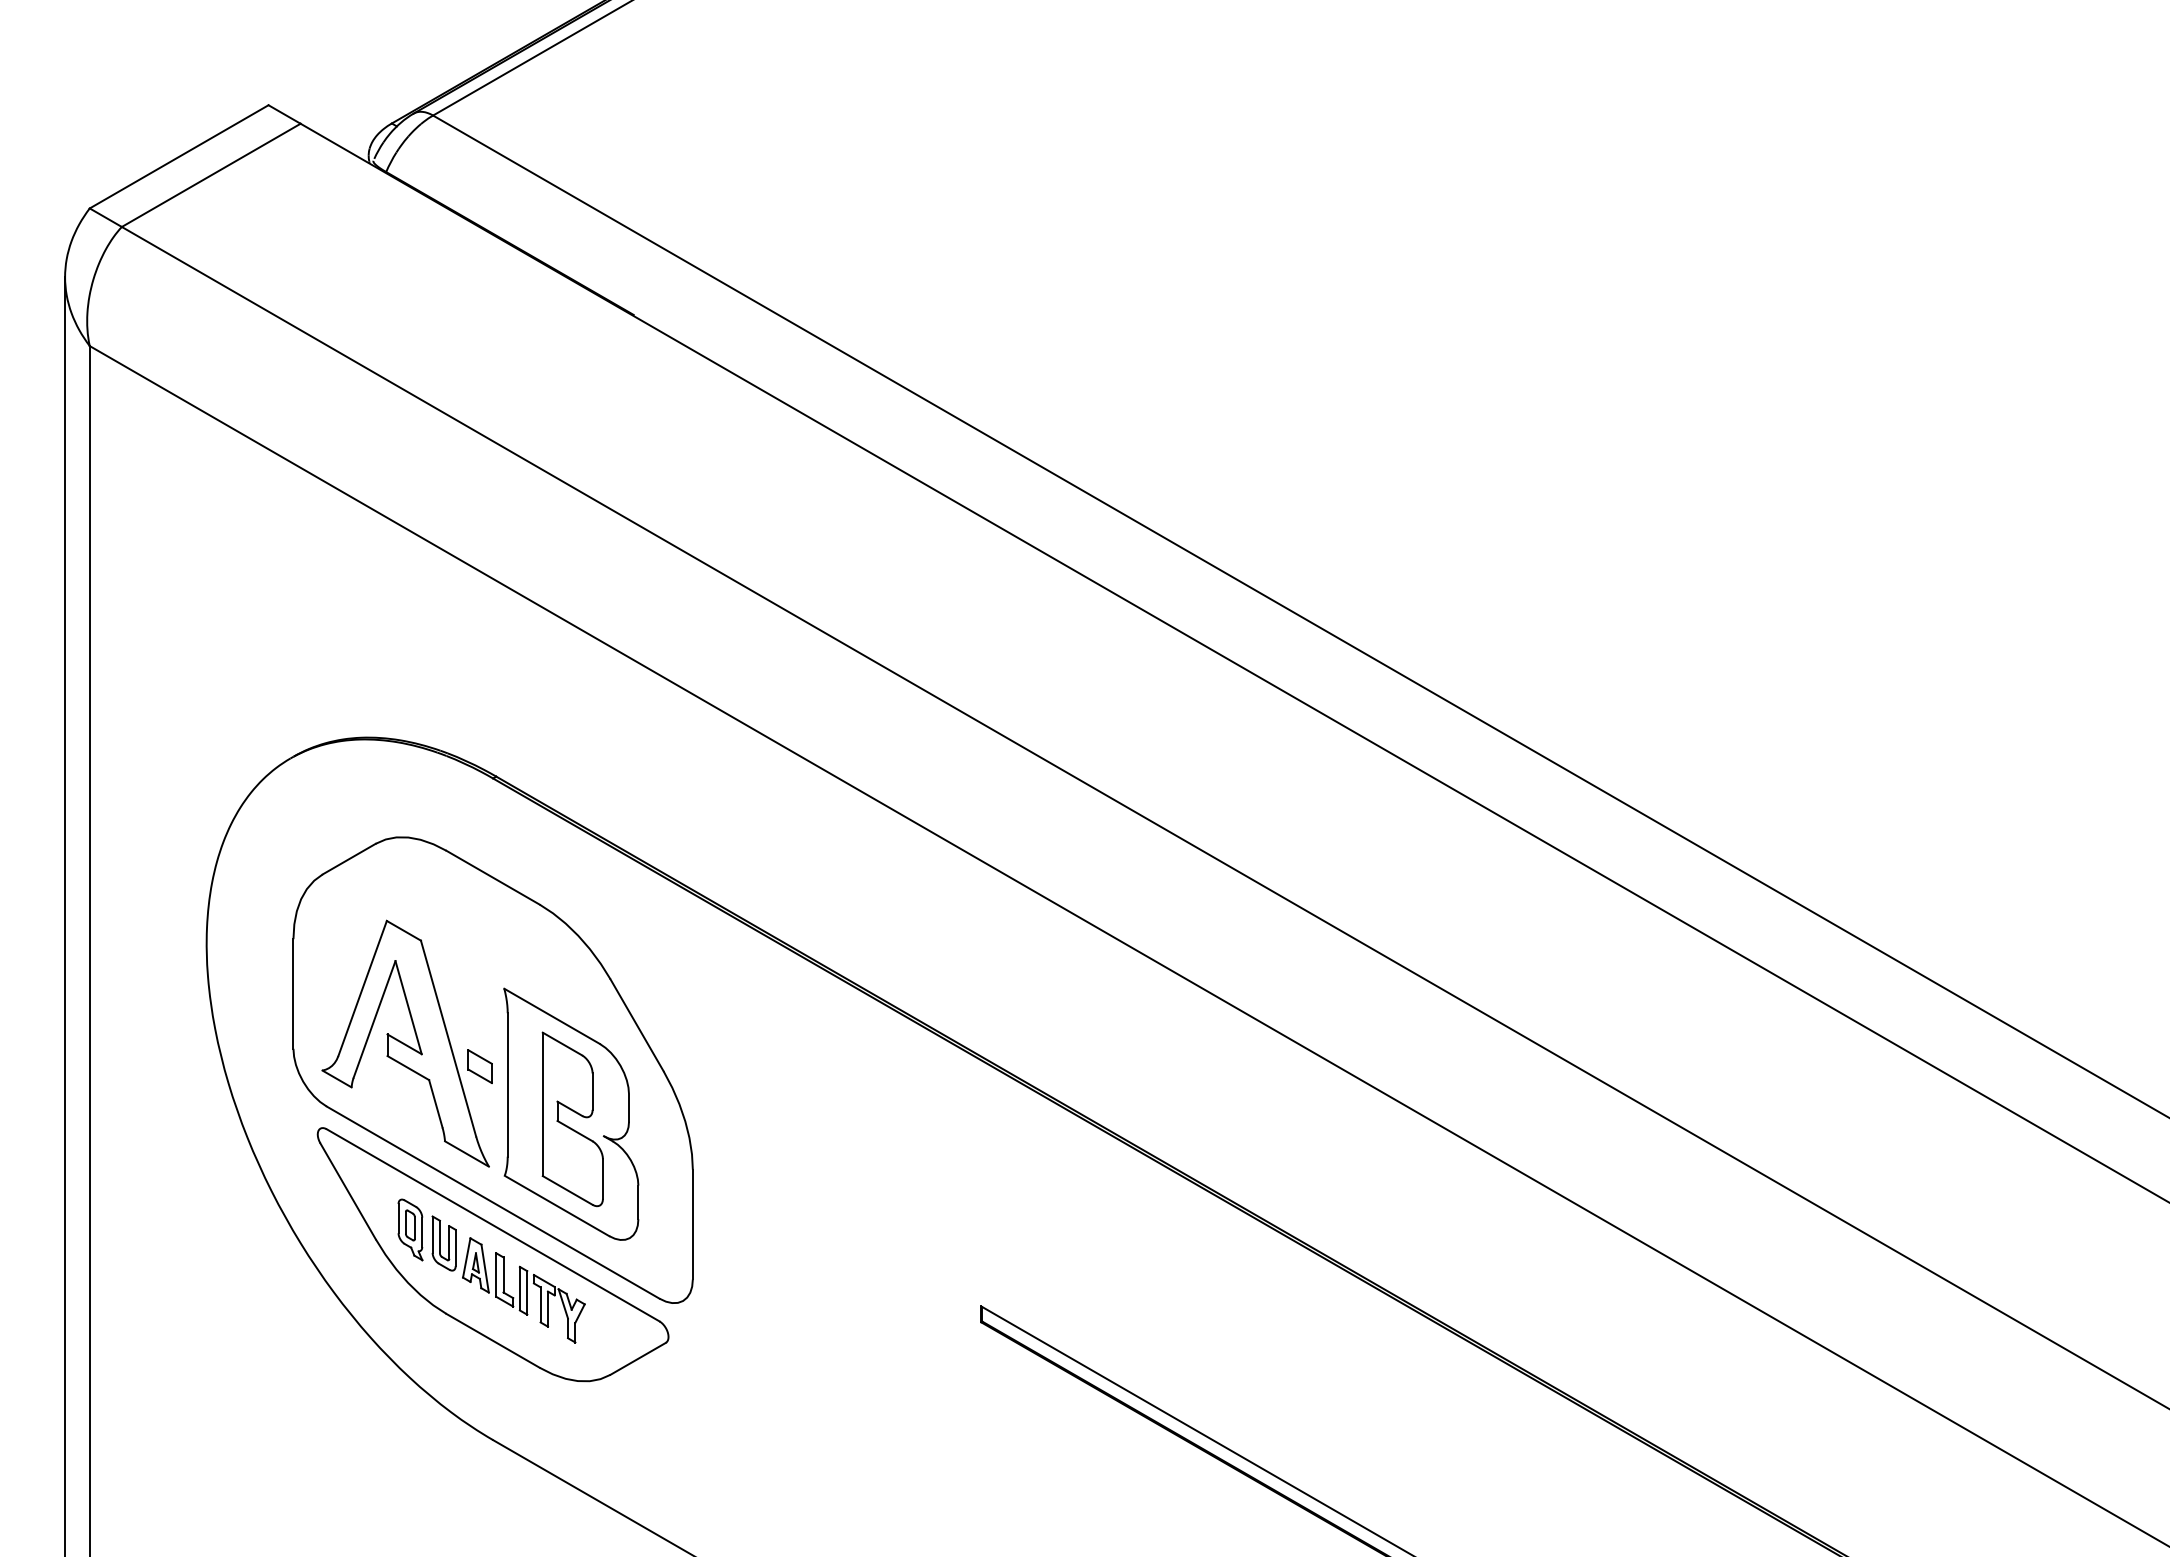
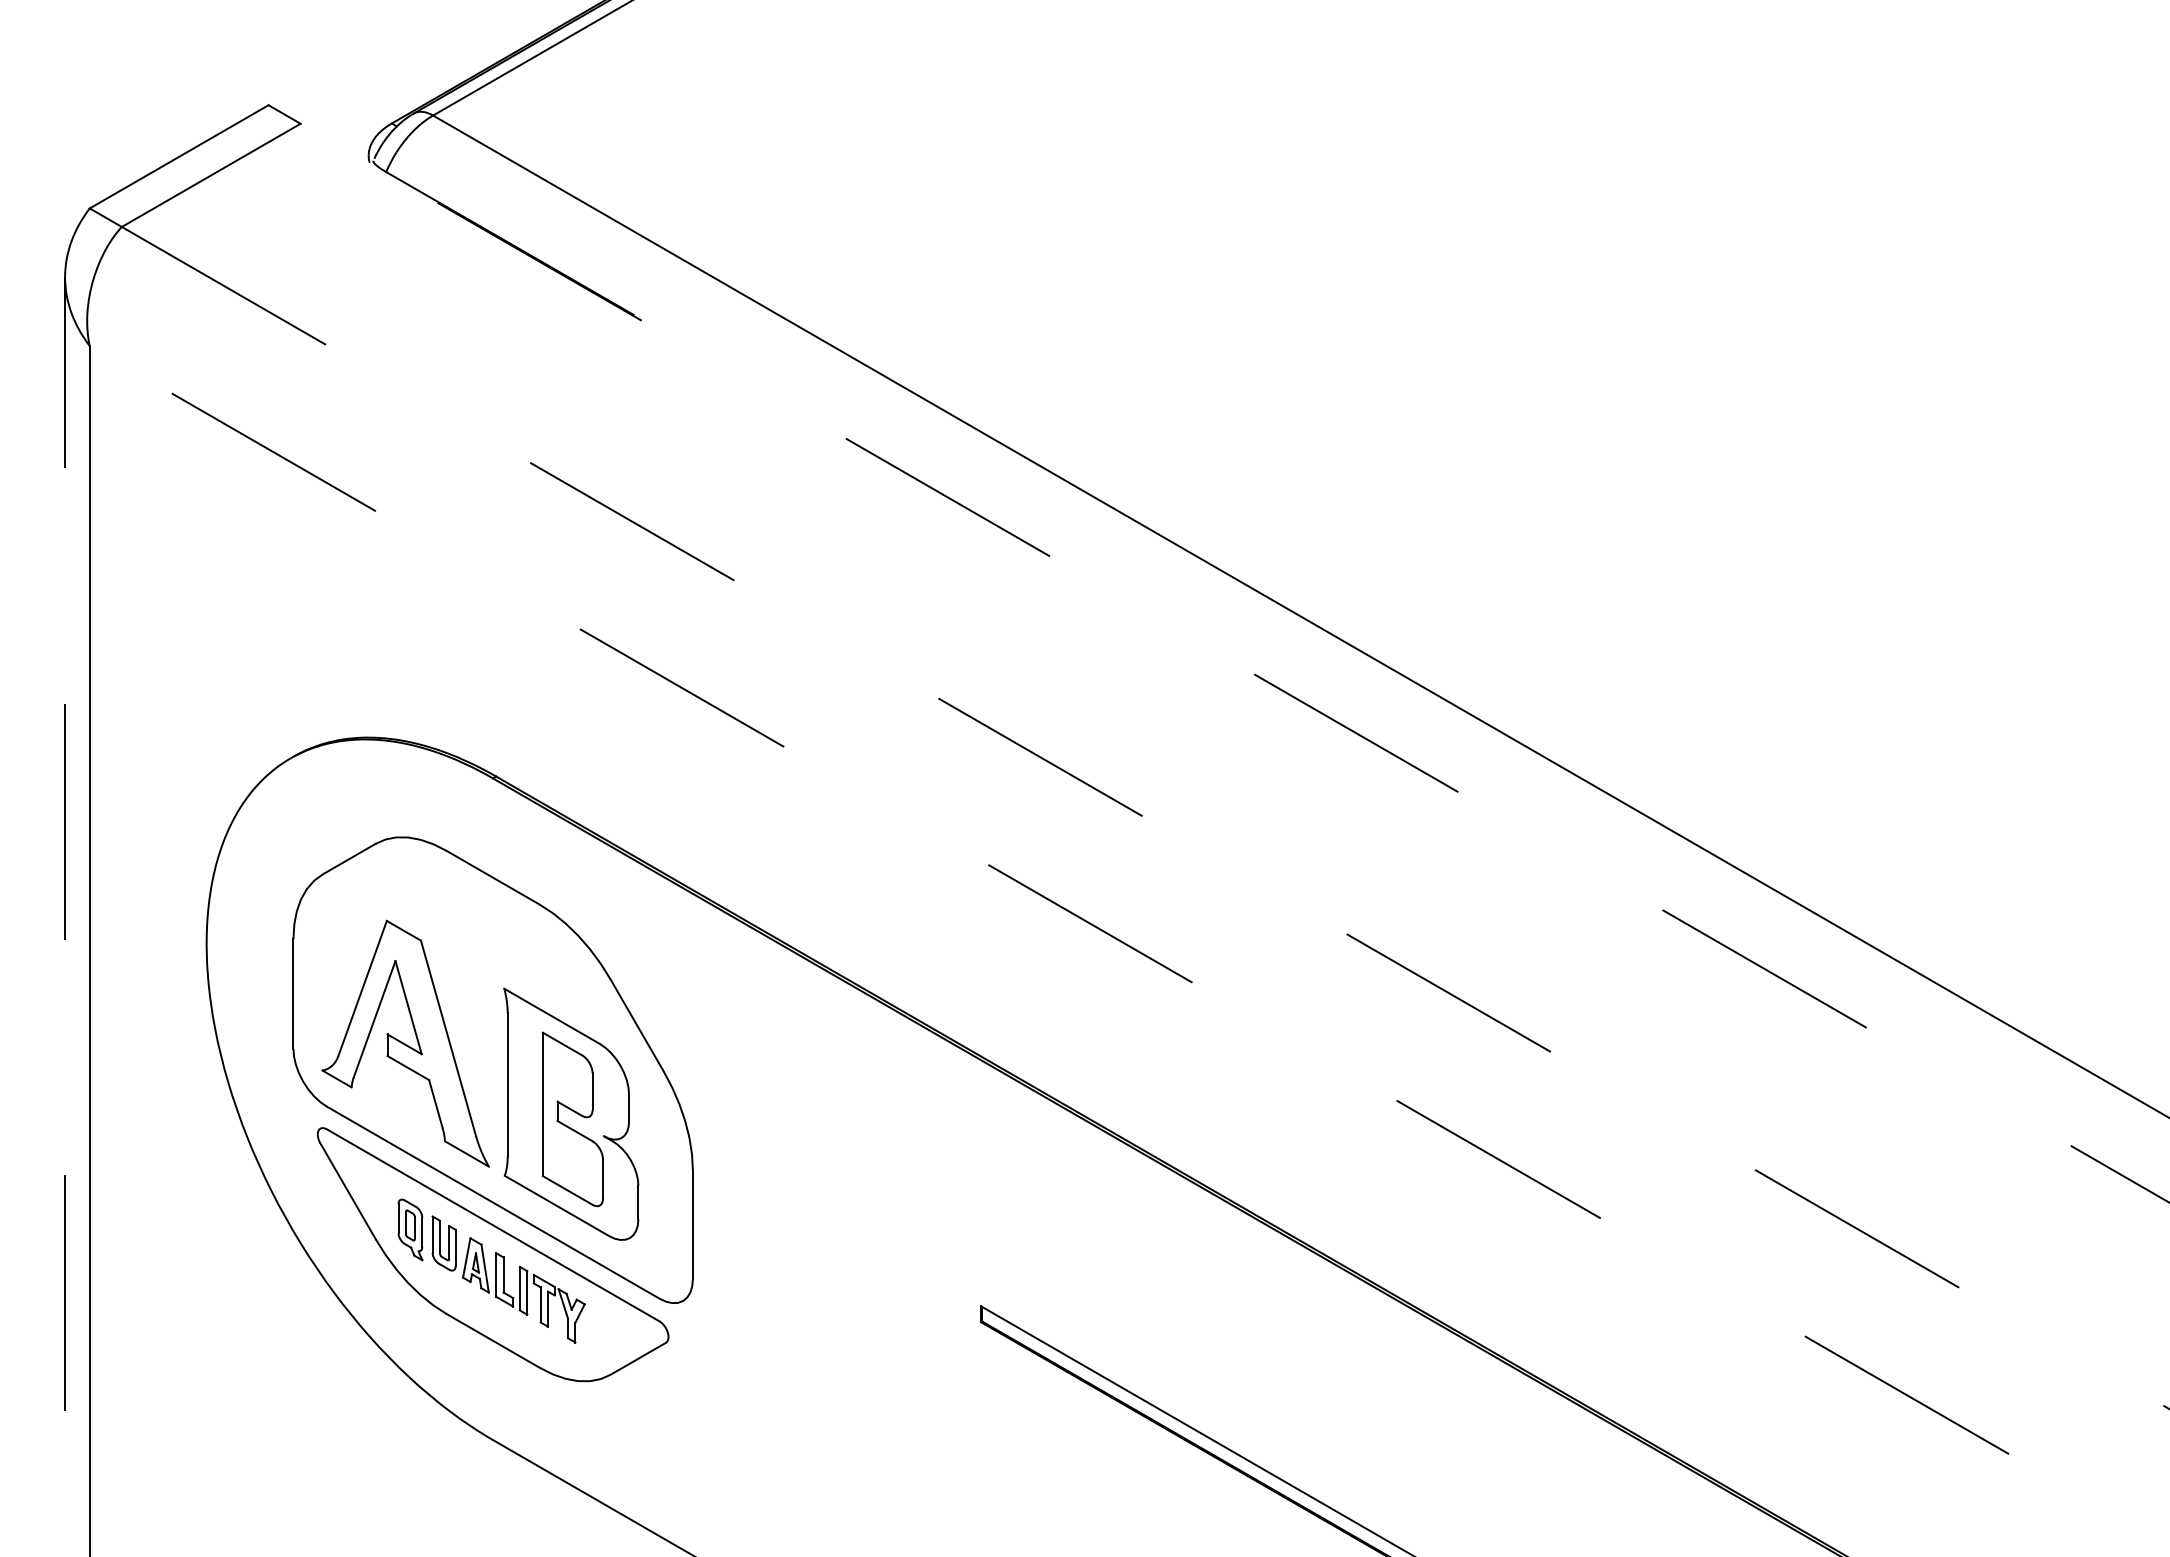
line at (1234, 663): solid -> dashed
line at (1146, 818): solid -> dashed
line at (65, 916): solid -> dashed
line at (1129, 946): solid -> dashed
part at (479, 1066): present -> none
